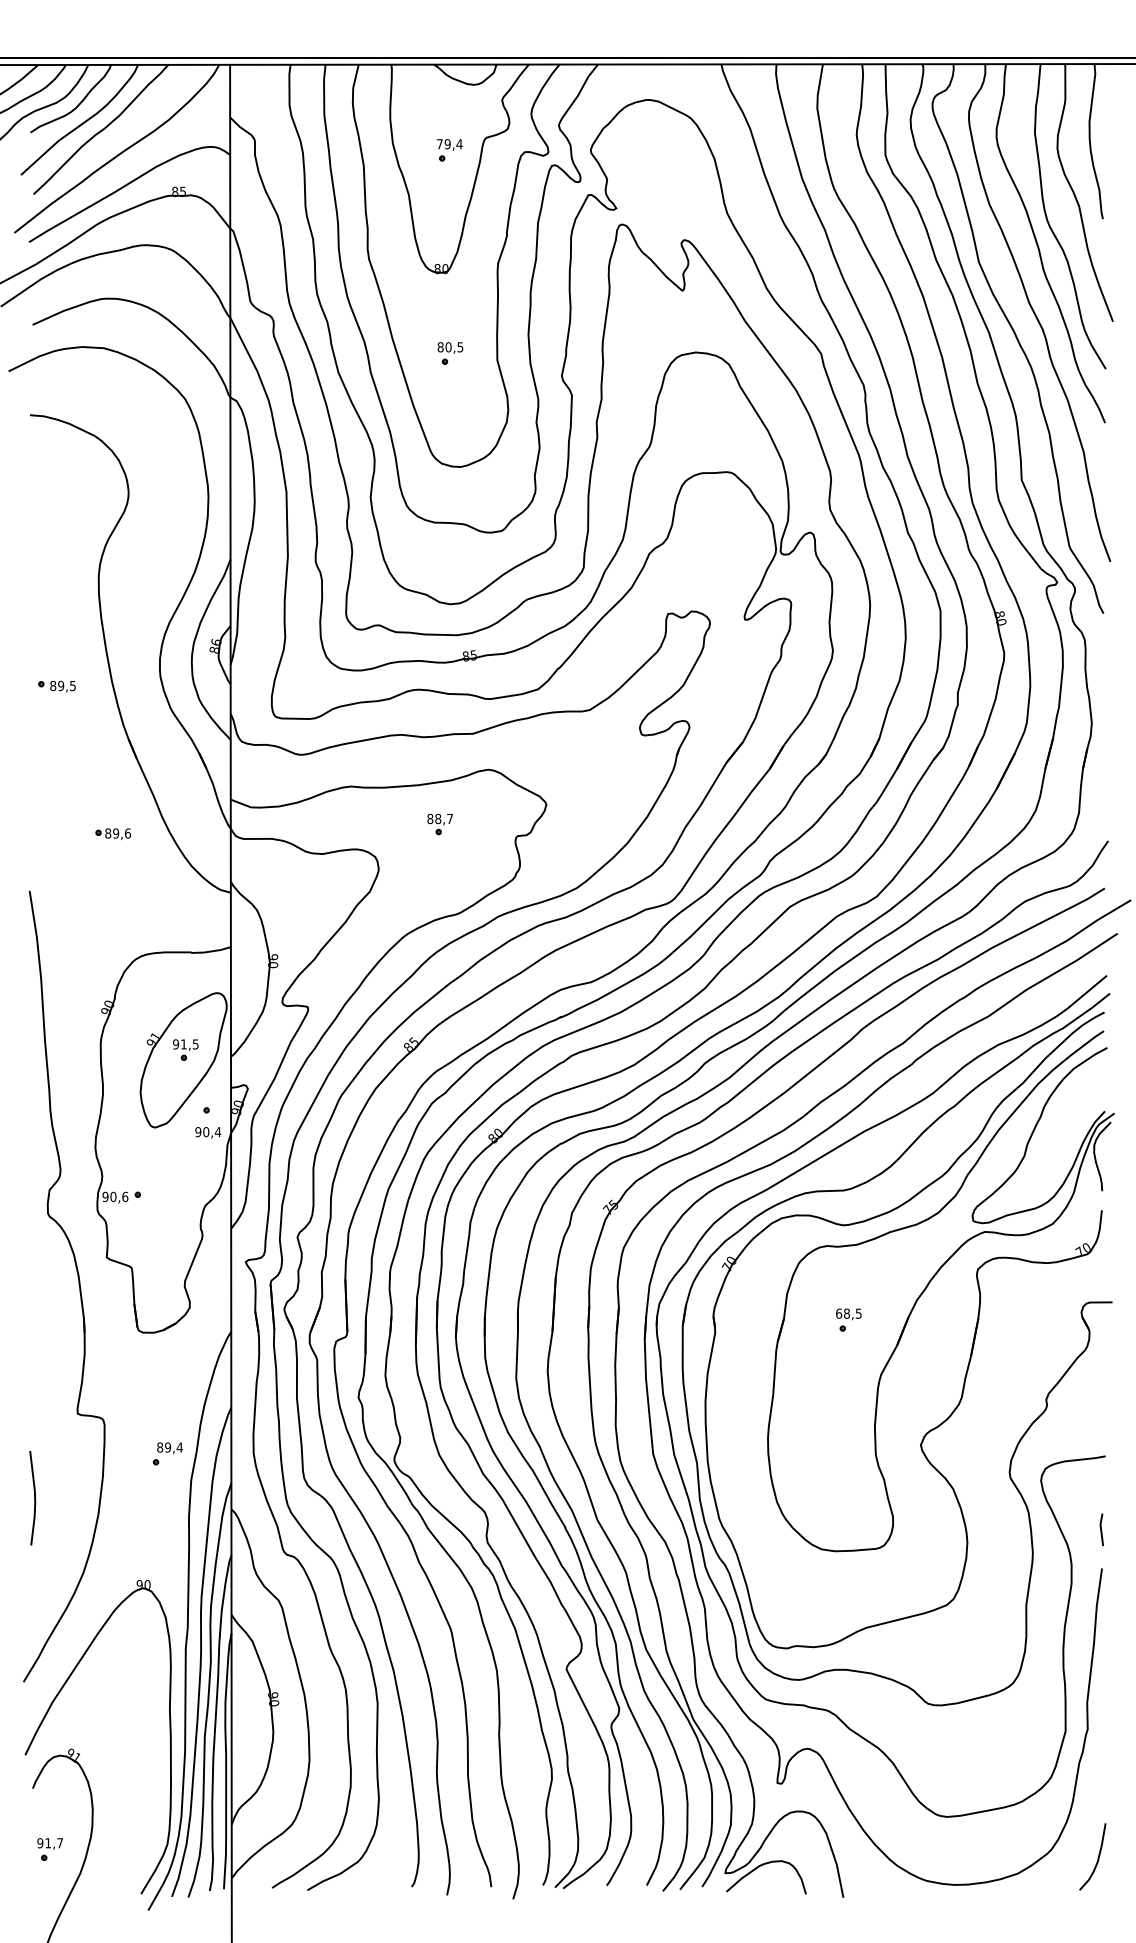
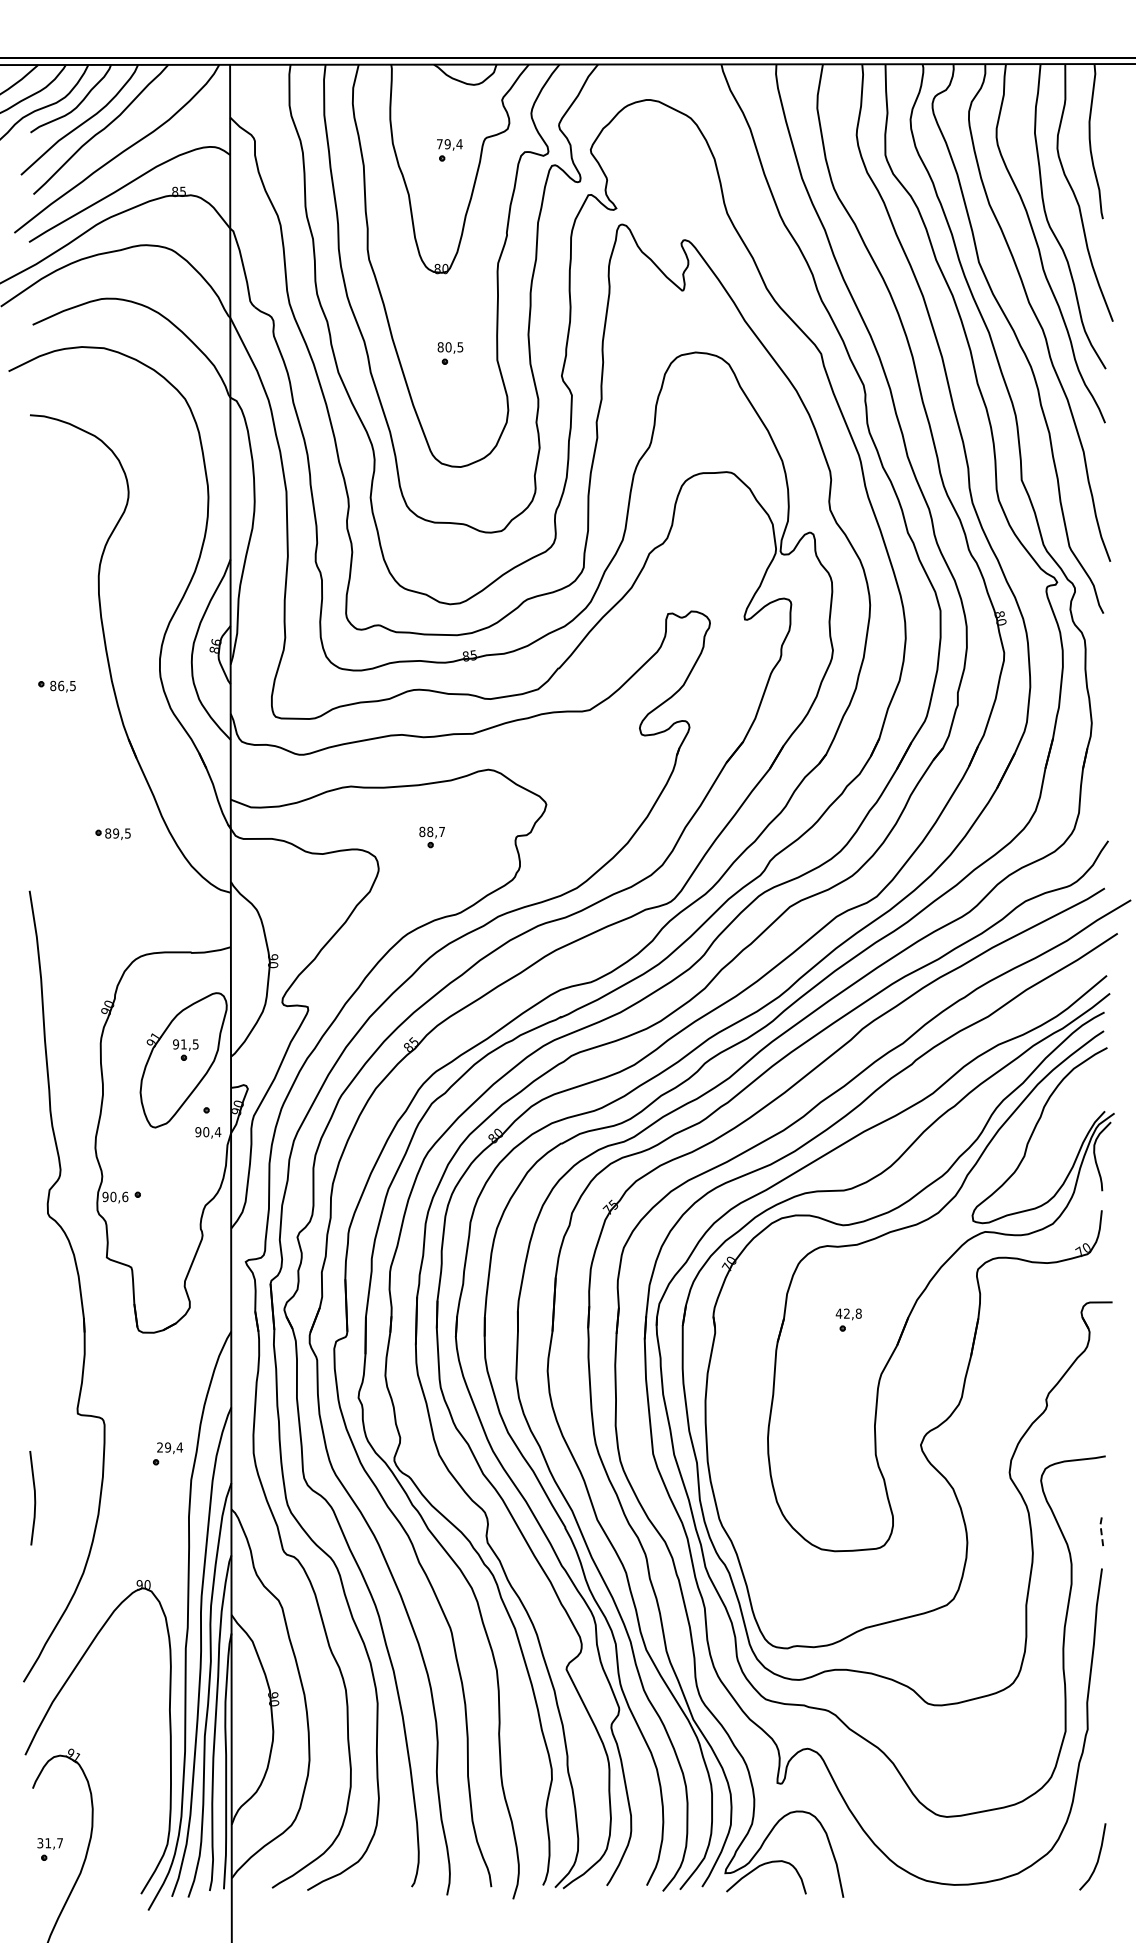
text at (61, 685): 89,5 -> 86,5
part at (439, 824) position: (439, 824) -> (431, 837)
text at (128, 833): 89,6 -> 89,5
text at (848, 1313): 68,5 -> 42,8
text at (160, 1447): 89,4 -> 29,4
line at (1100, 1528): solid -> dashed
text at (40, 1843): 91,7 -> 31,7
